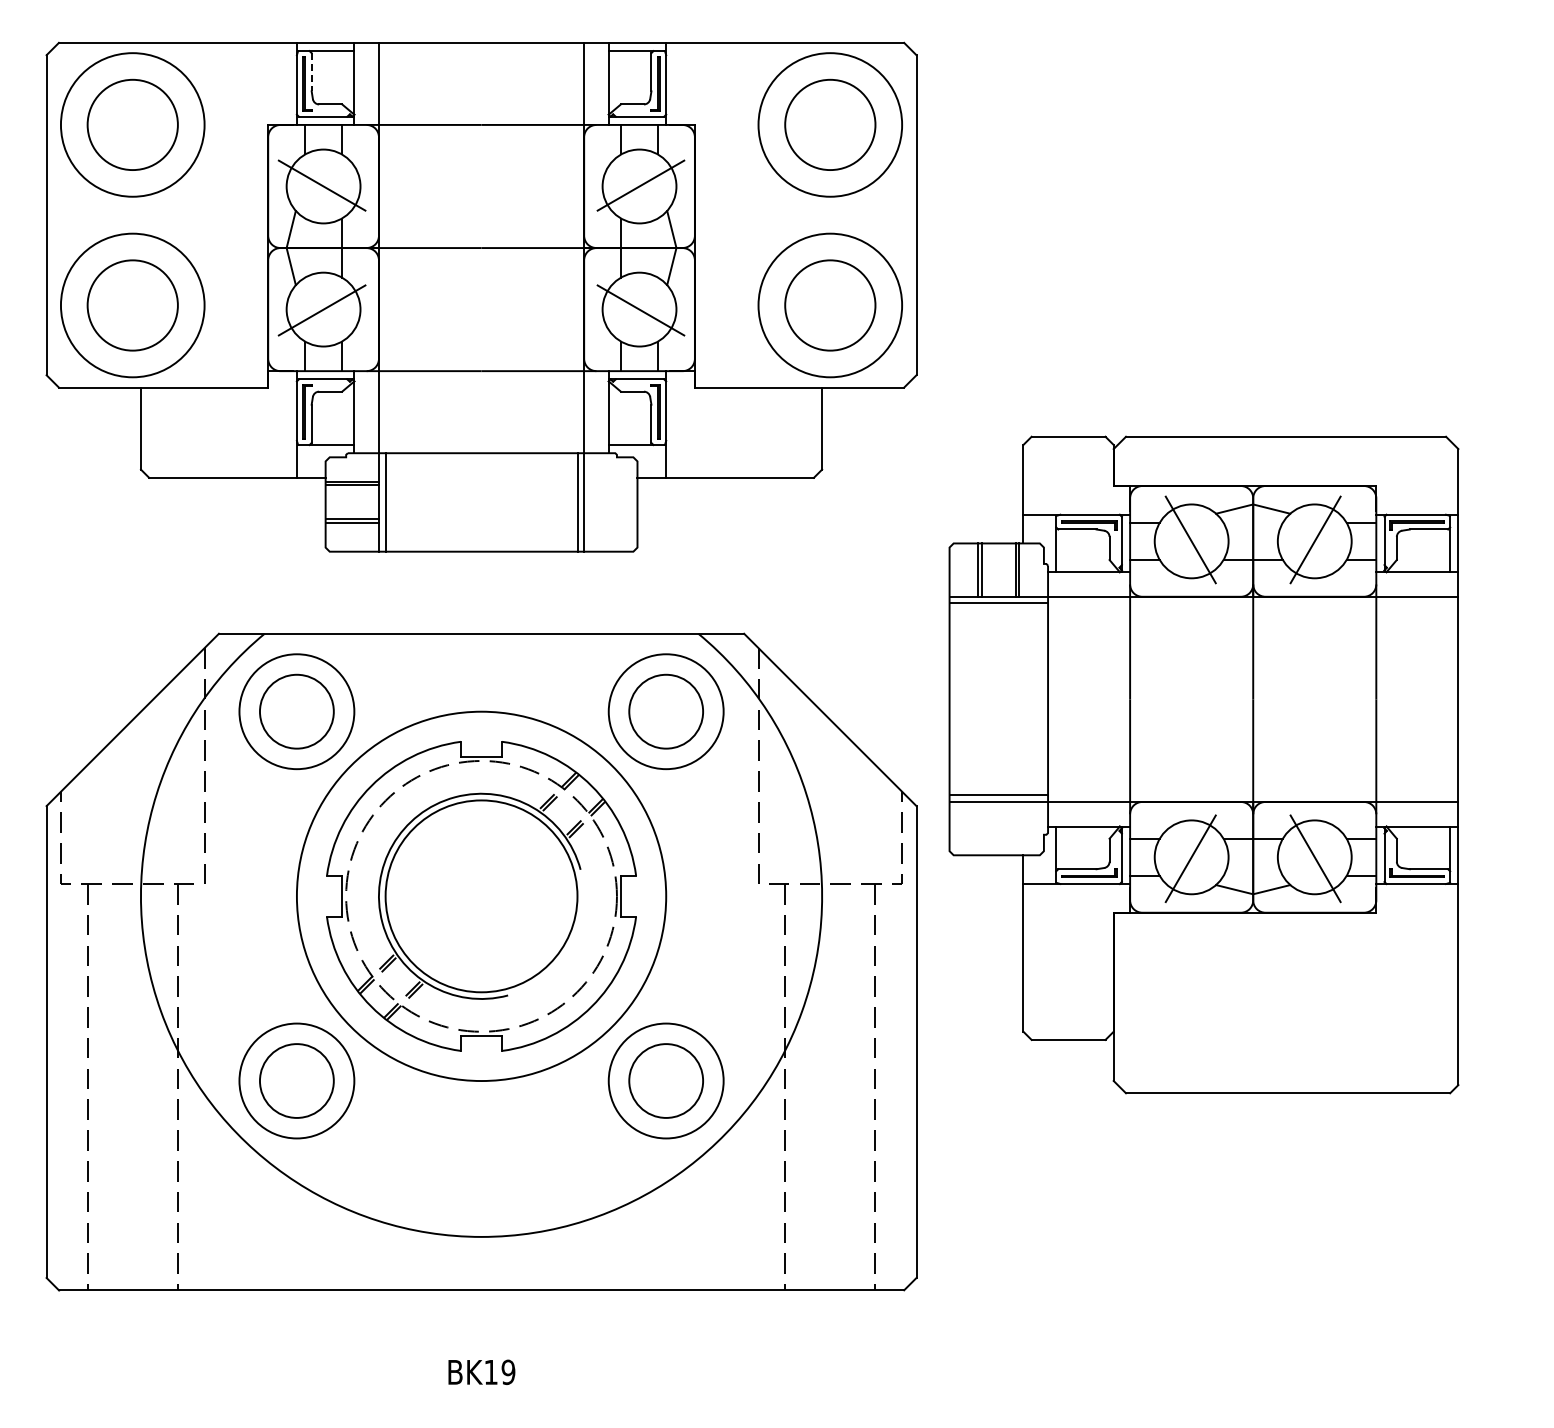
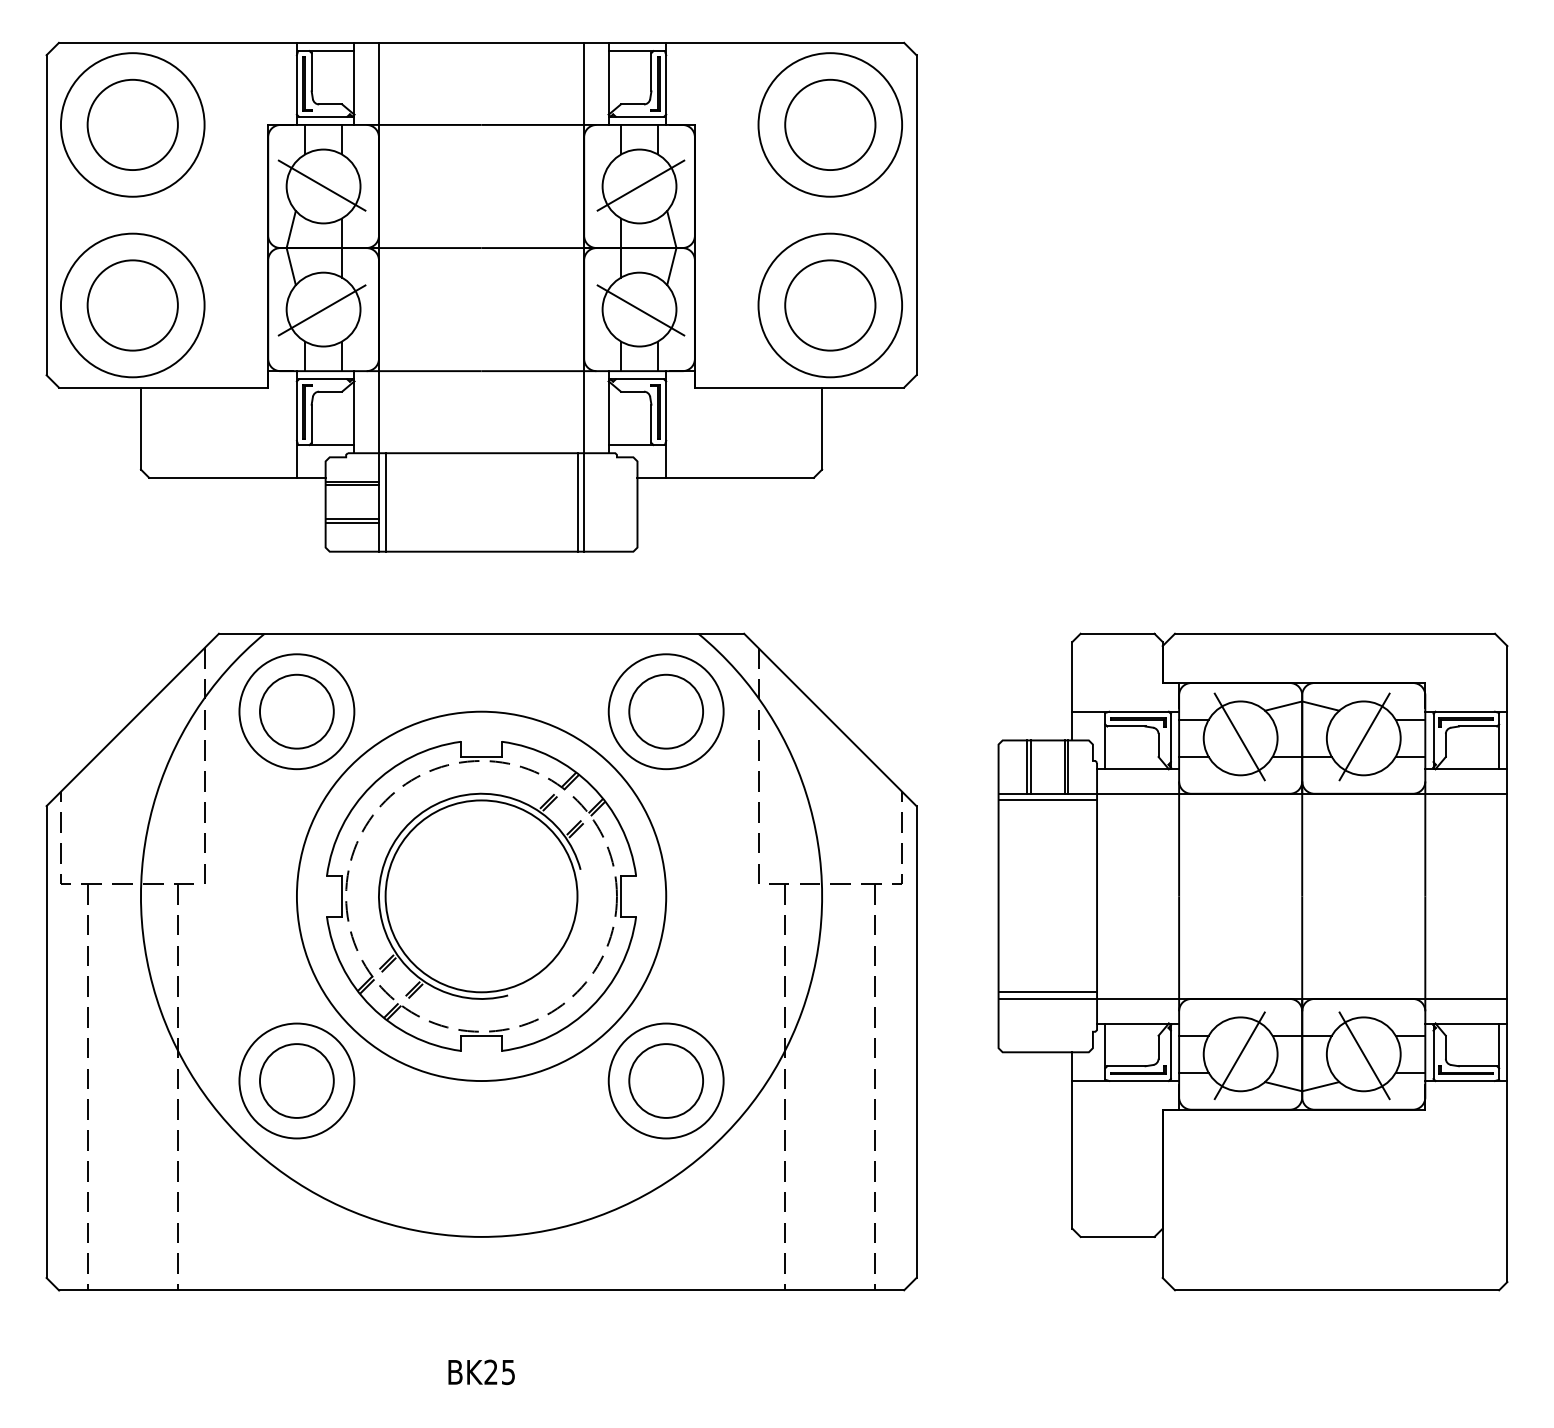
line at (311, 72): dashed -> solid
part at (1203, 764) position: (1203, 764) -> (1252, 961)
text at (499, 1371): BK19 -> BK25
